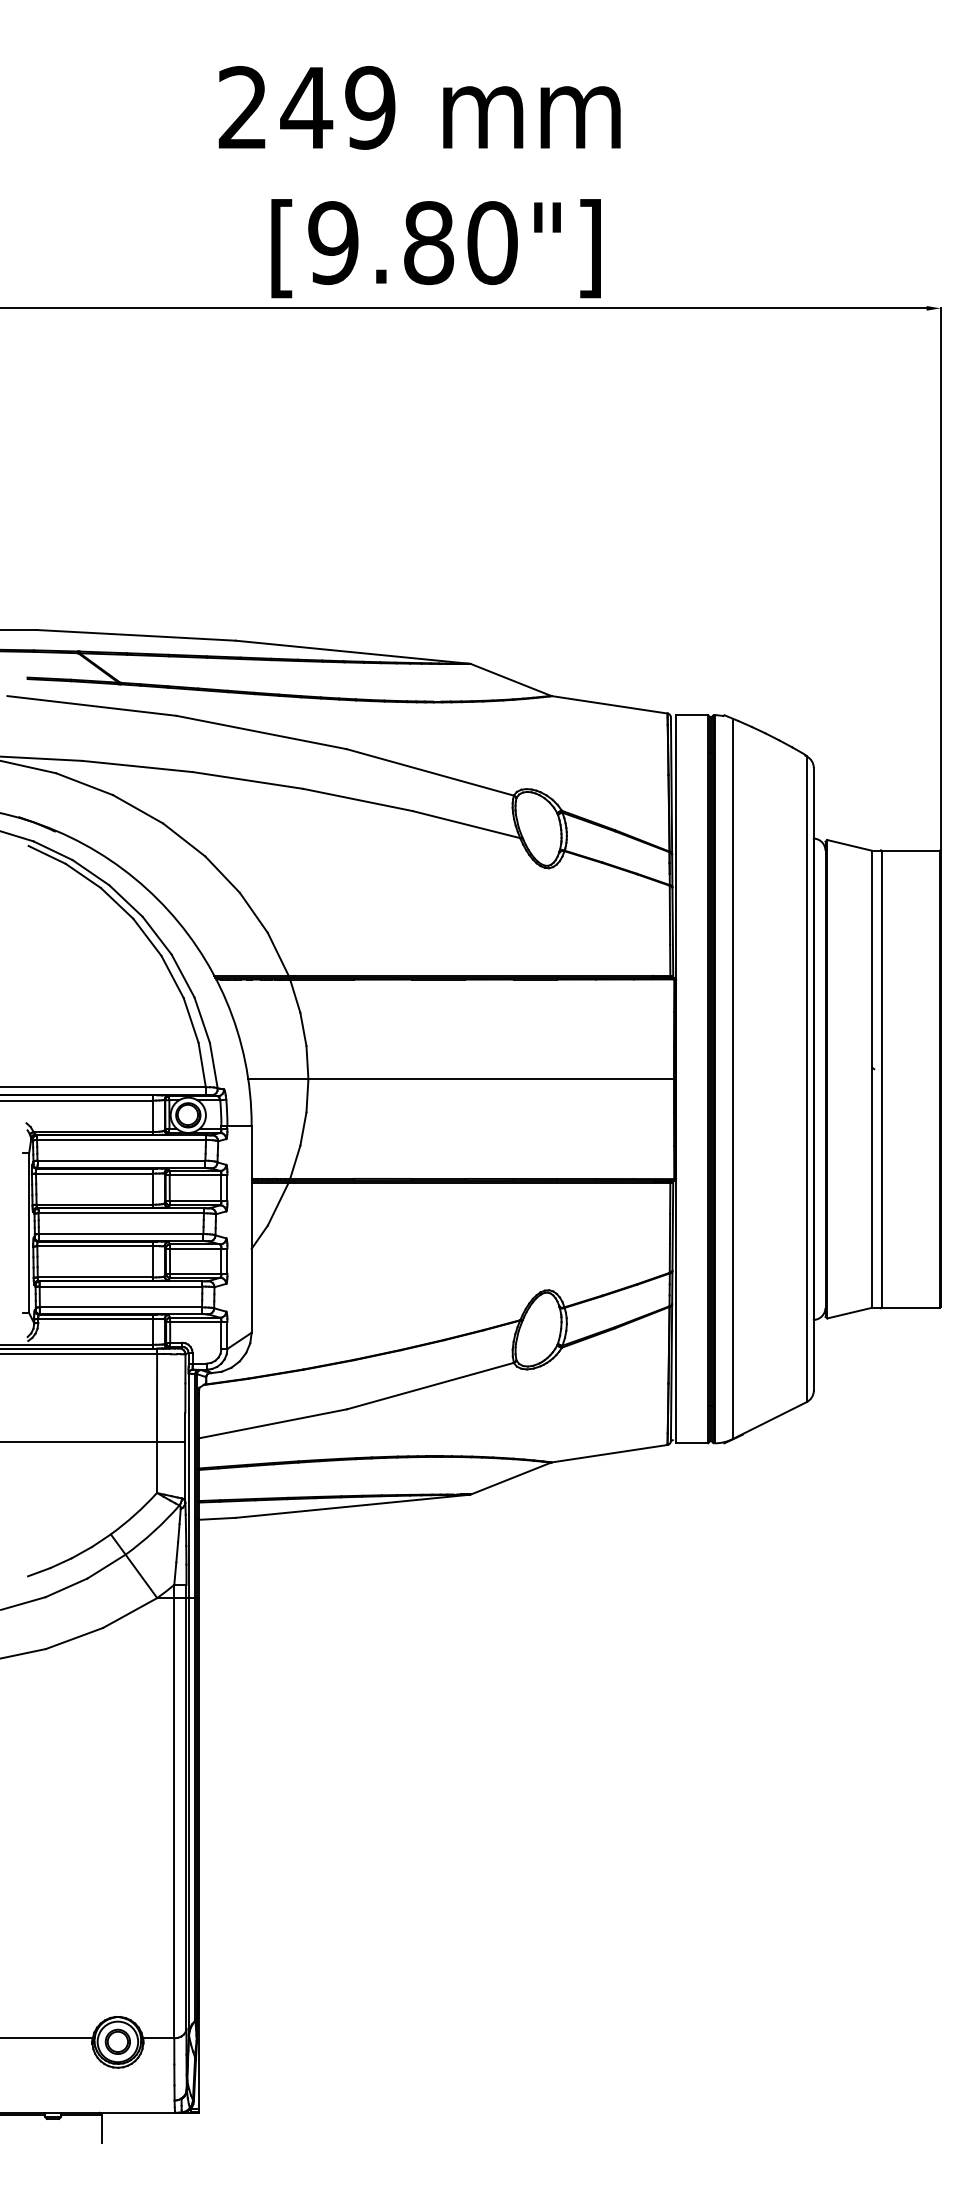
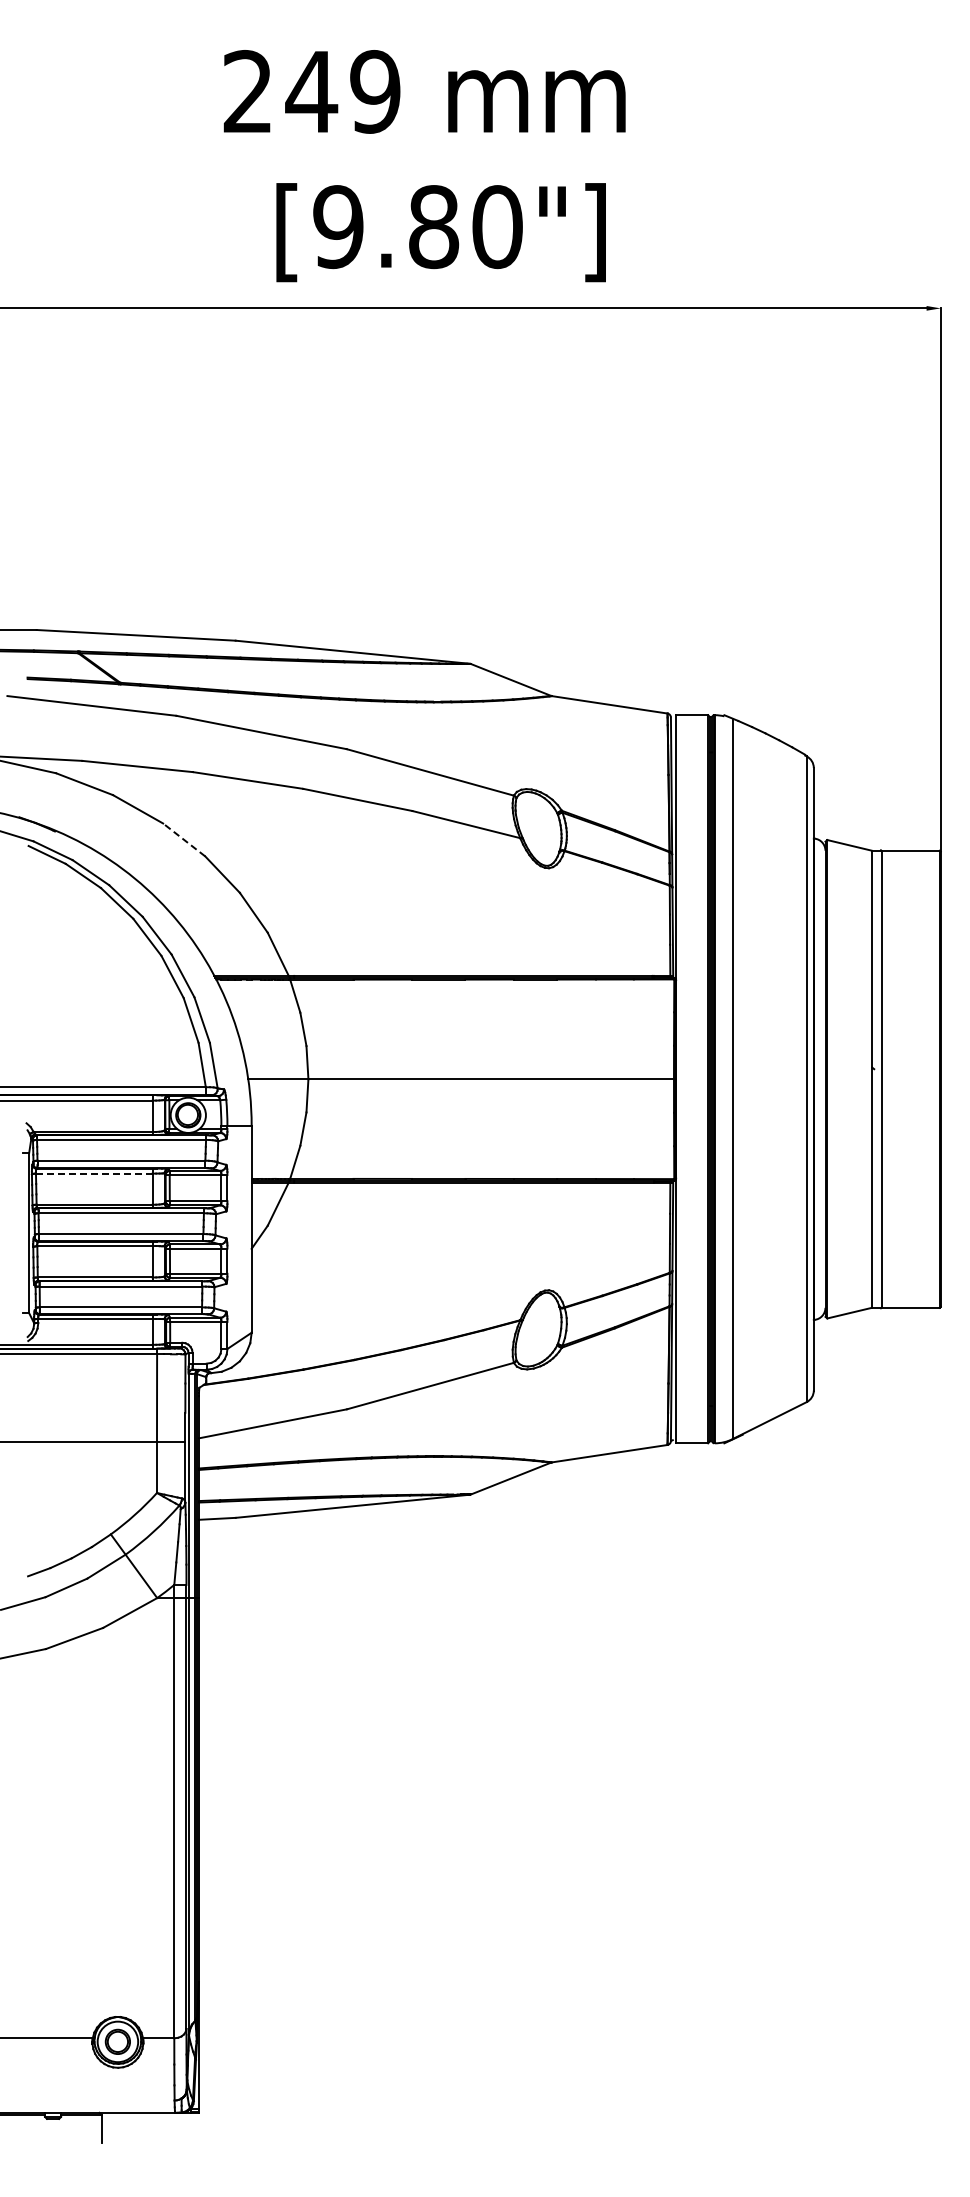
text at (419, 182) position: (419, 182) -> (424, 166)
line at (184, 839): solid -> dashed
line at (93, 1173): solid -> dashed
